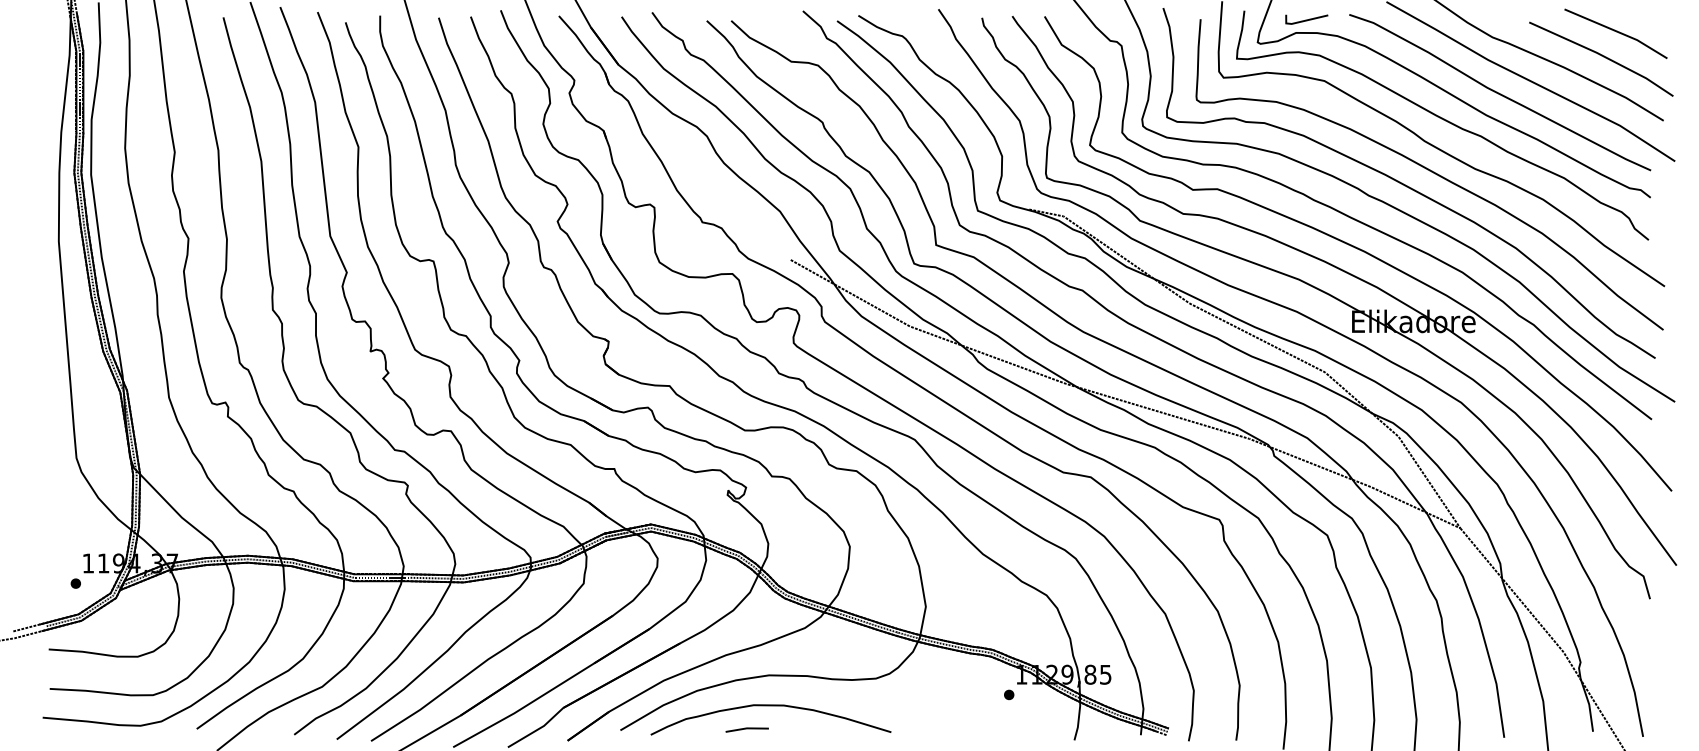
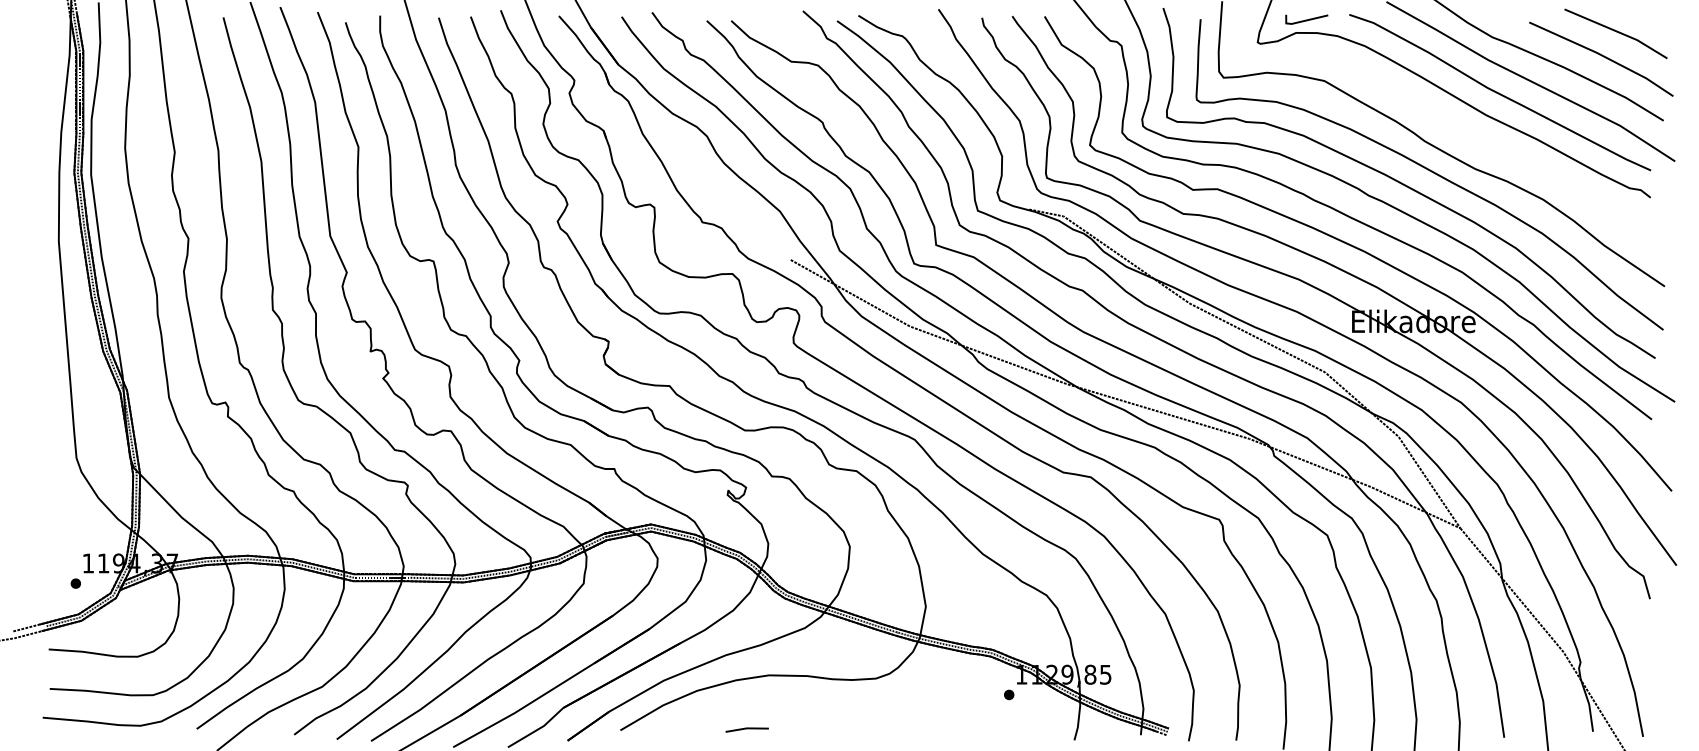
part at (1442, 125): present -> none
curve at (770, 706): present -> none
